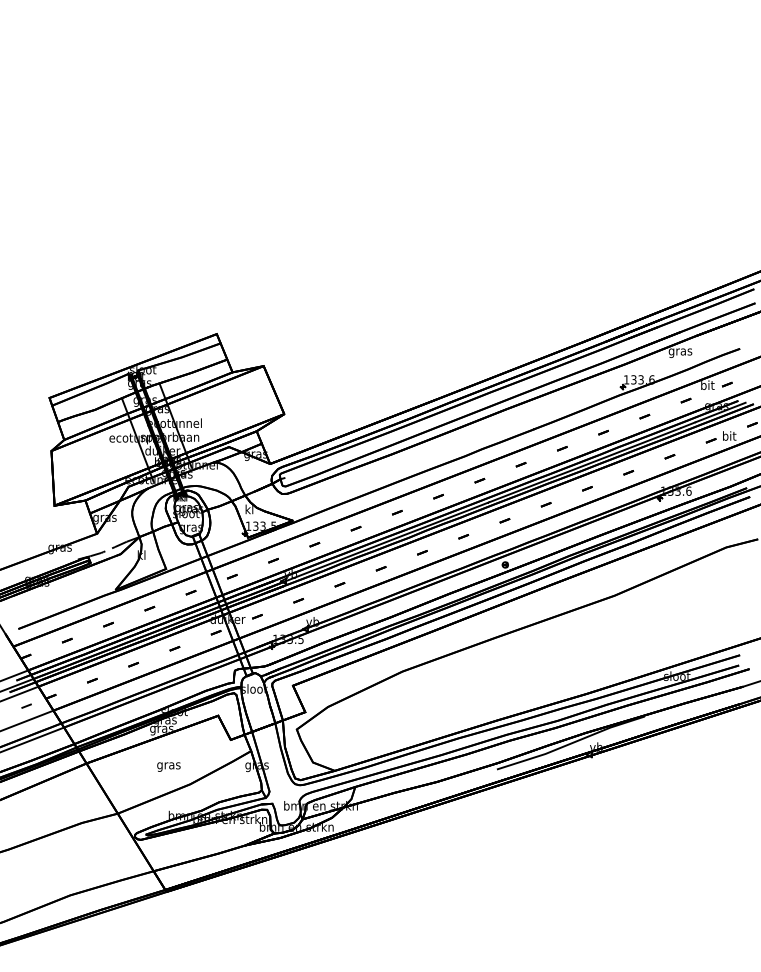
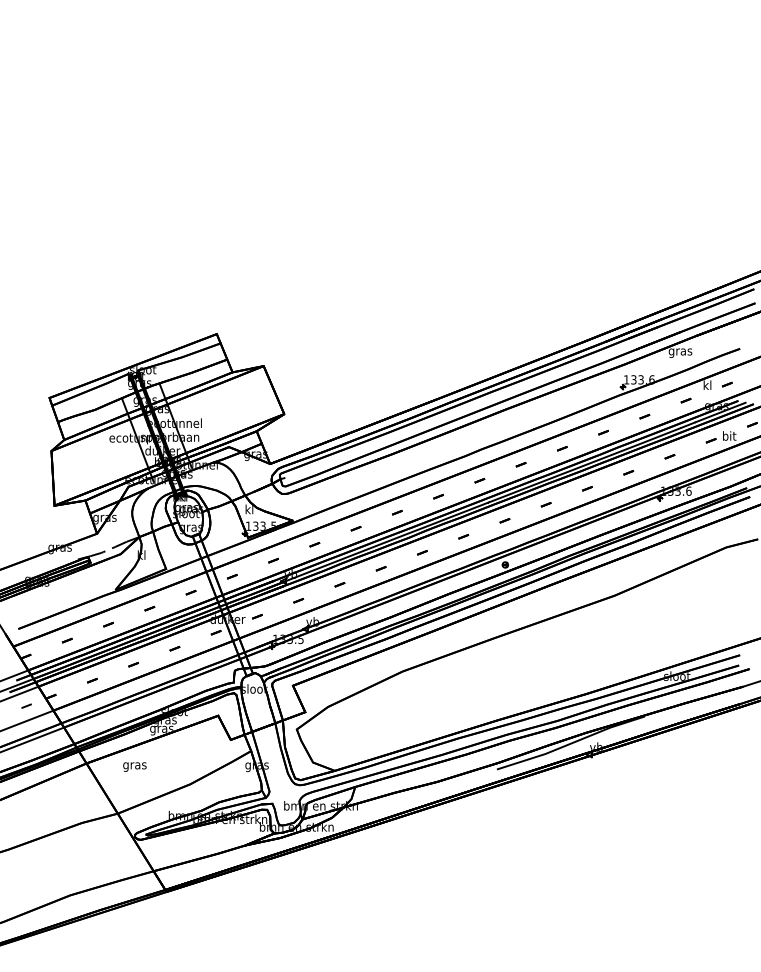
text at (707, 384): bit -> kl
text at (168, 766) position: (168, 766) -> (134, 766)
